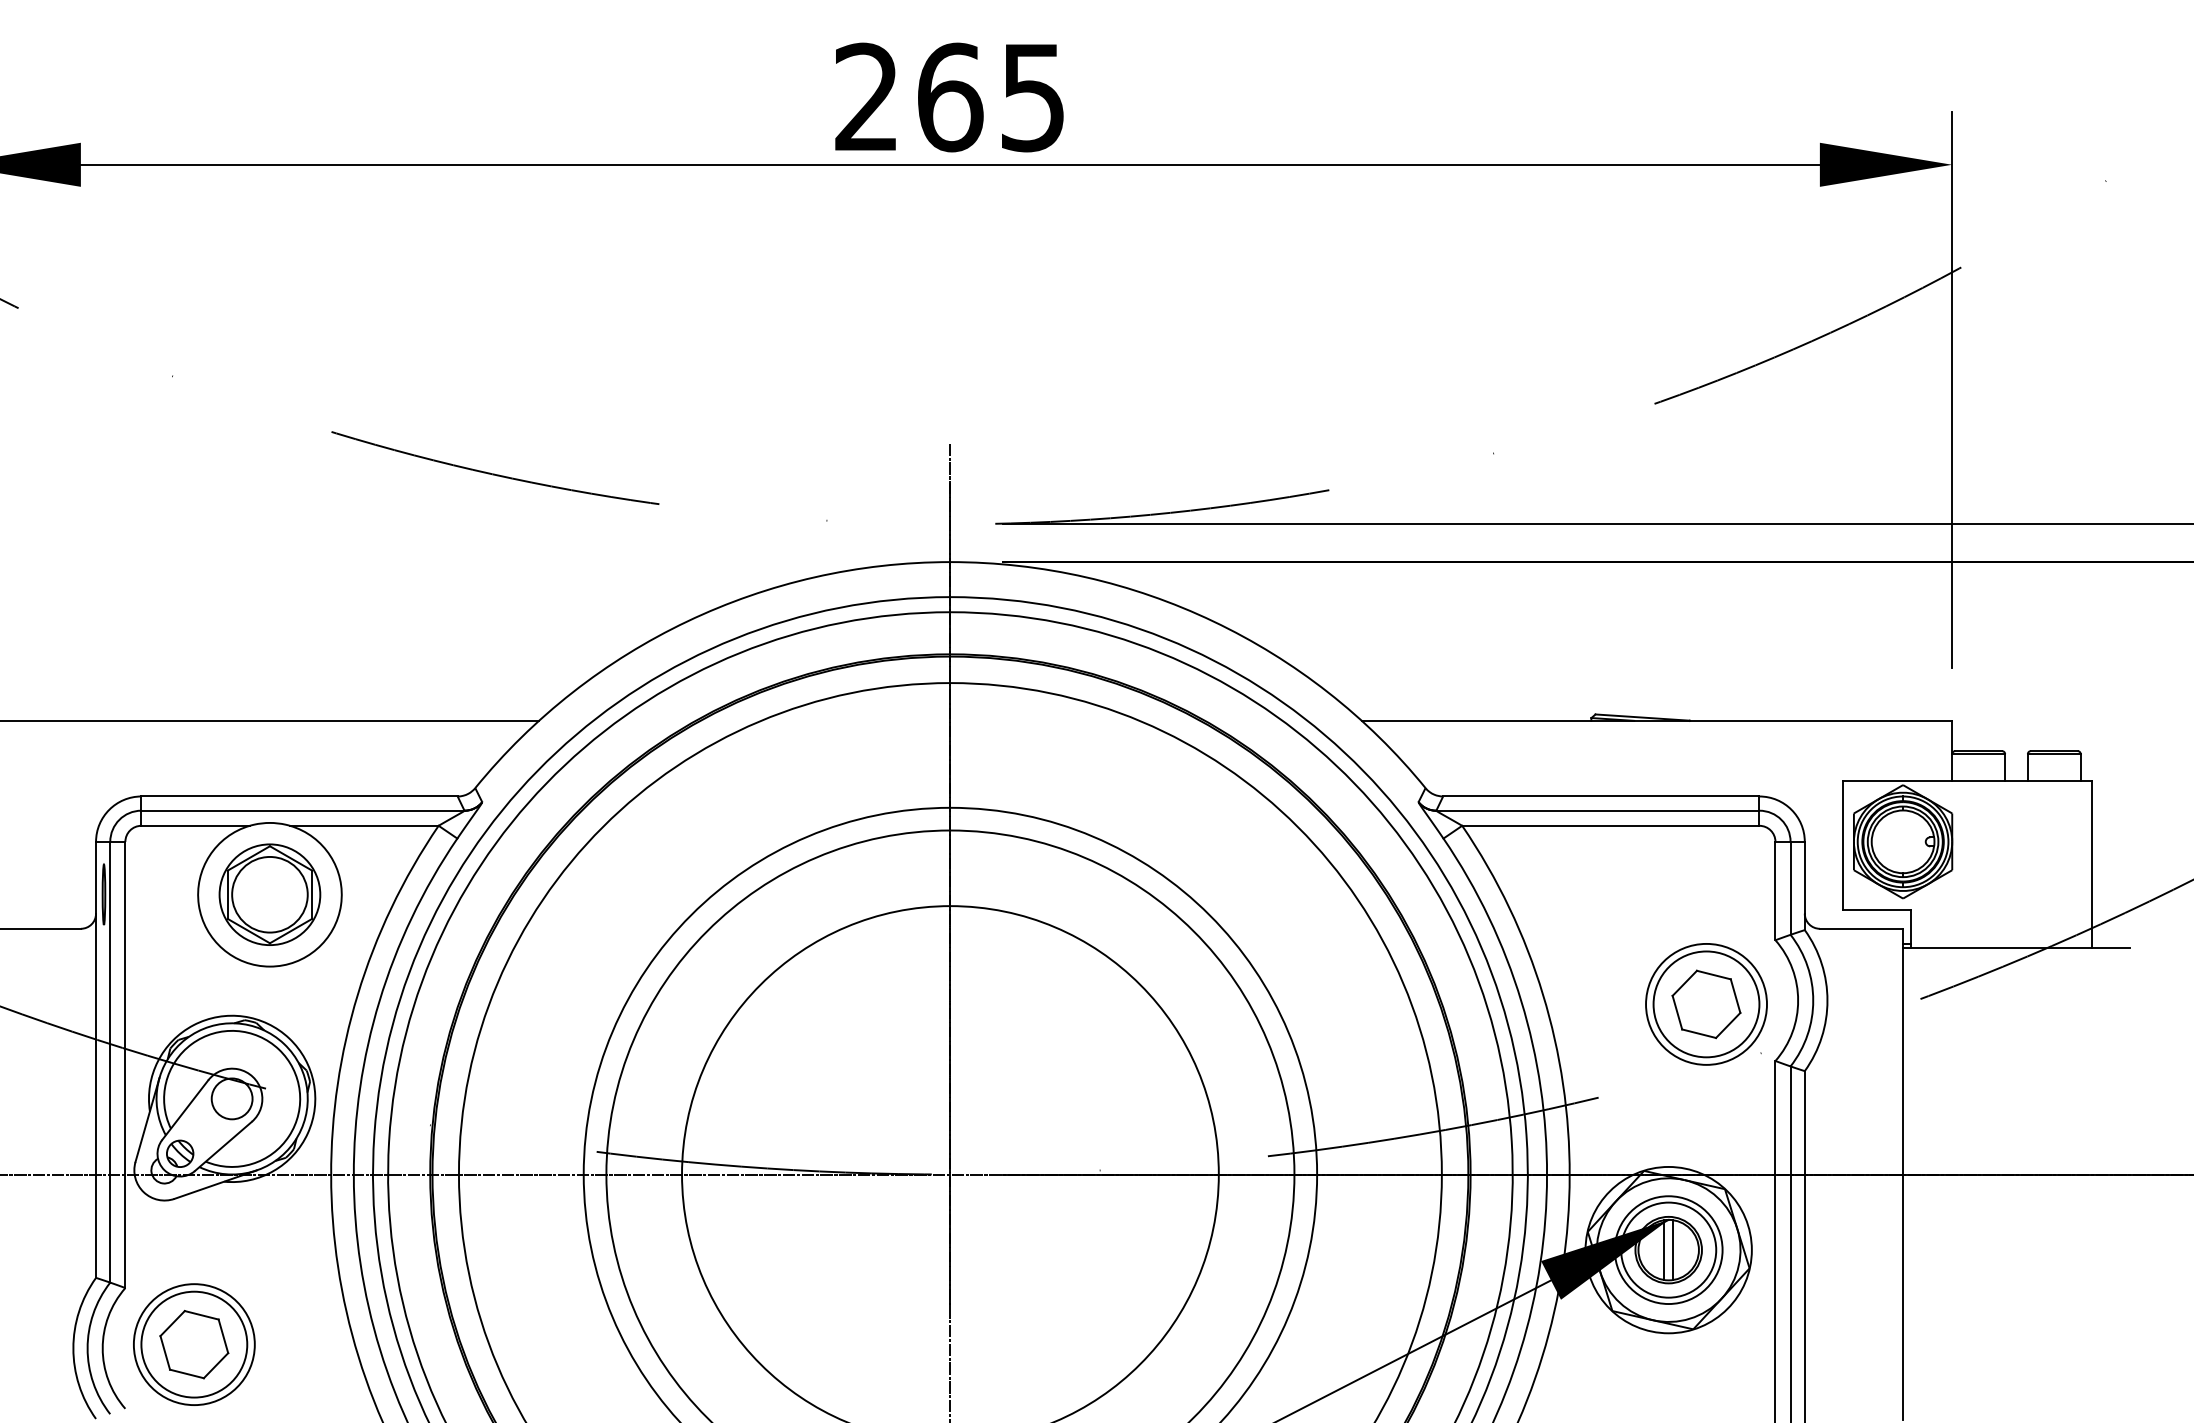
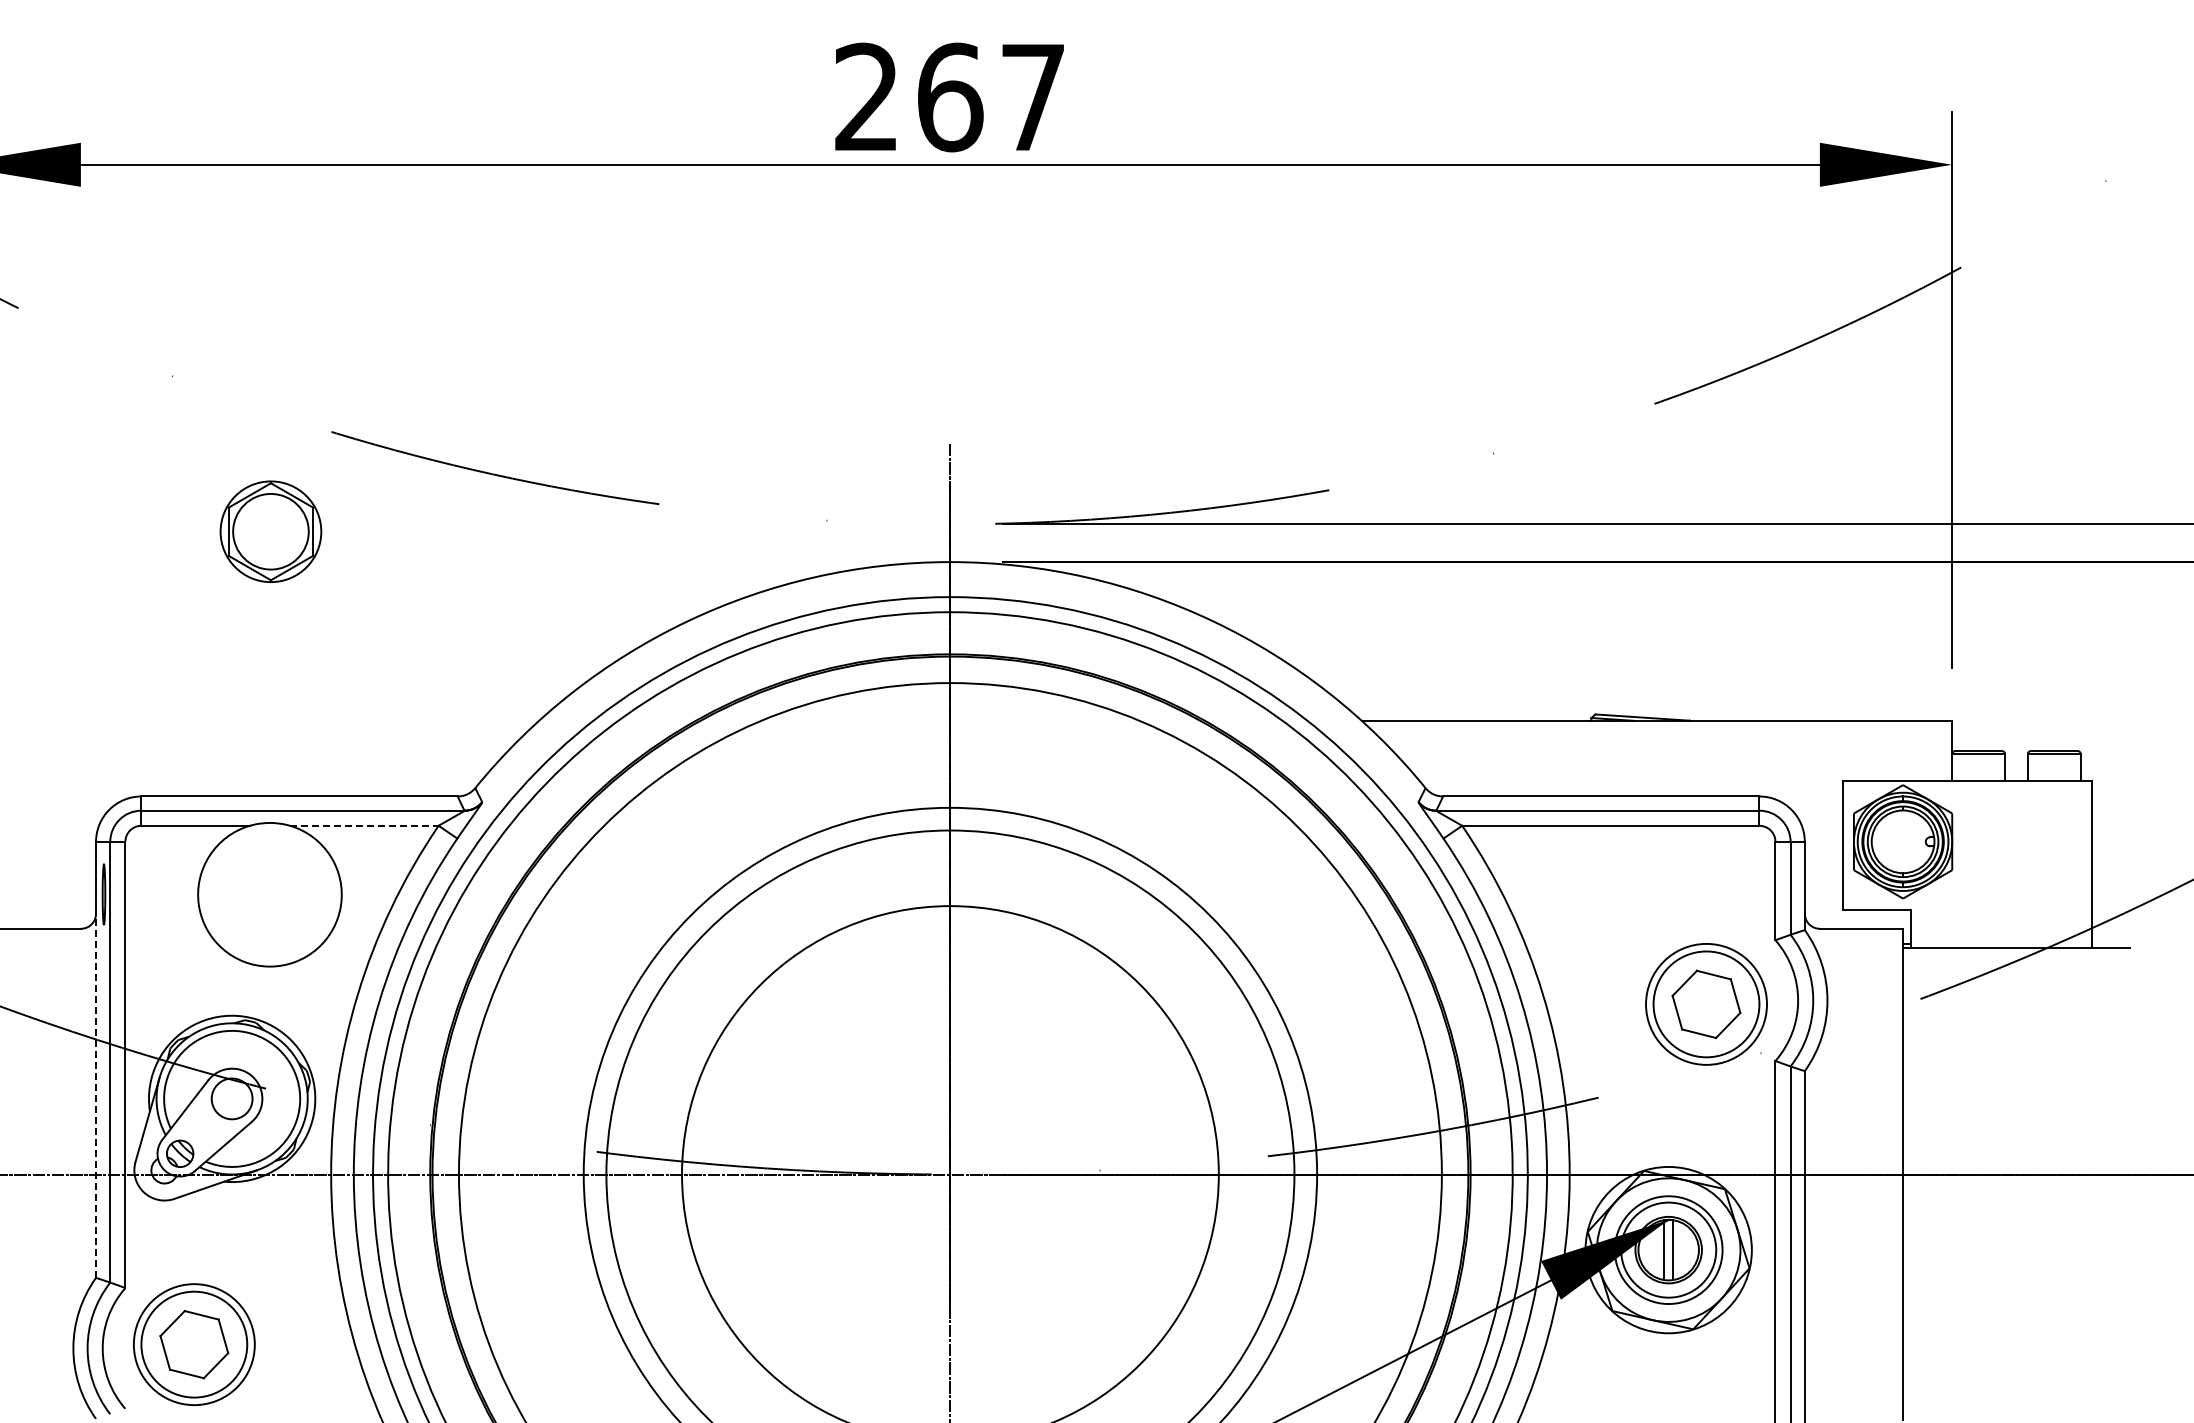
text at (1032, 98): 265 -> 267
line at (270, 720): present -> none
line at (364, 825): solid -> dashed
part at (269, 894) position: (269, 894) -> (270, 531)
line at (96, 1095): solid -> dashed
